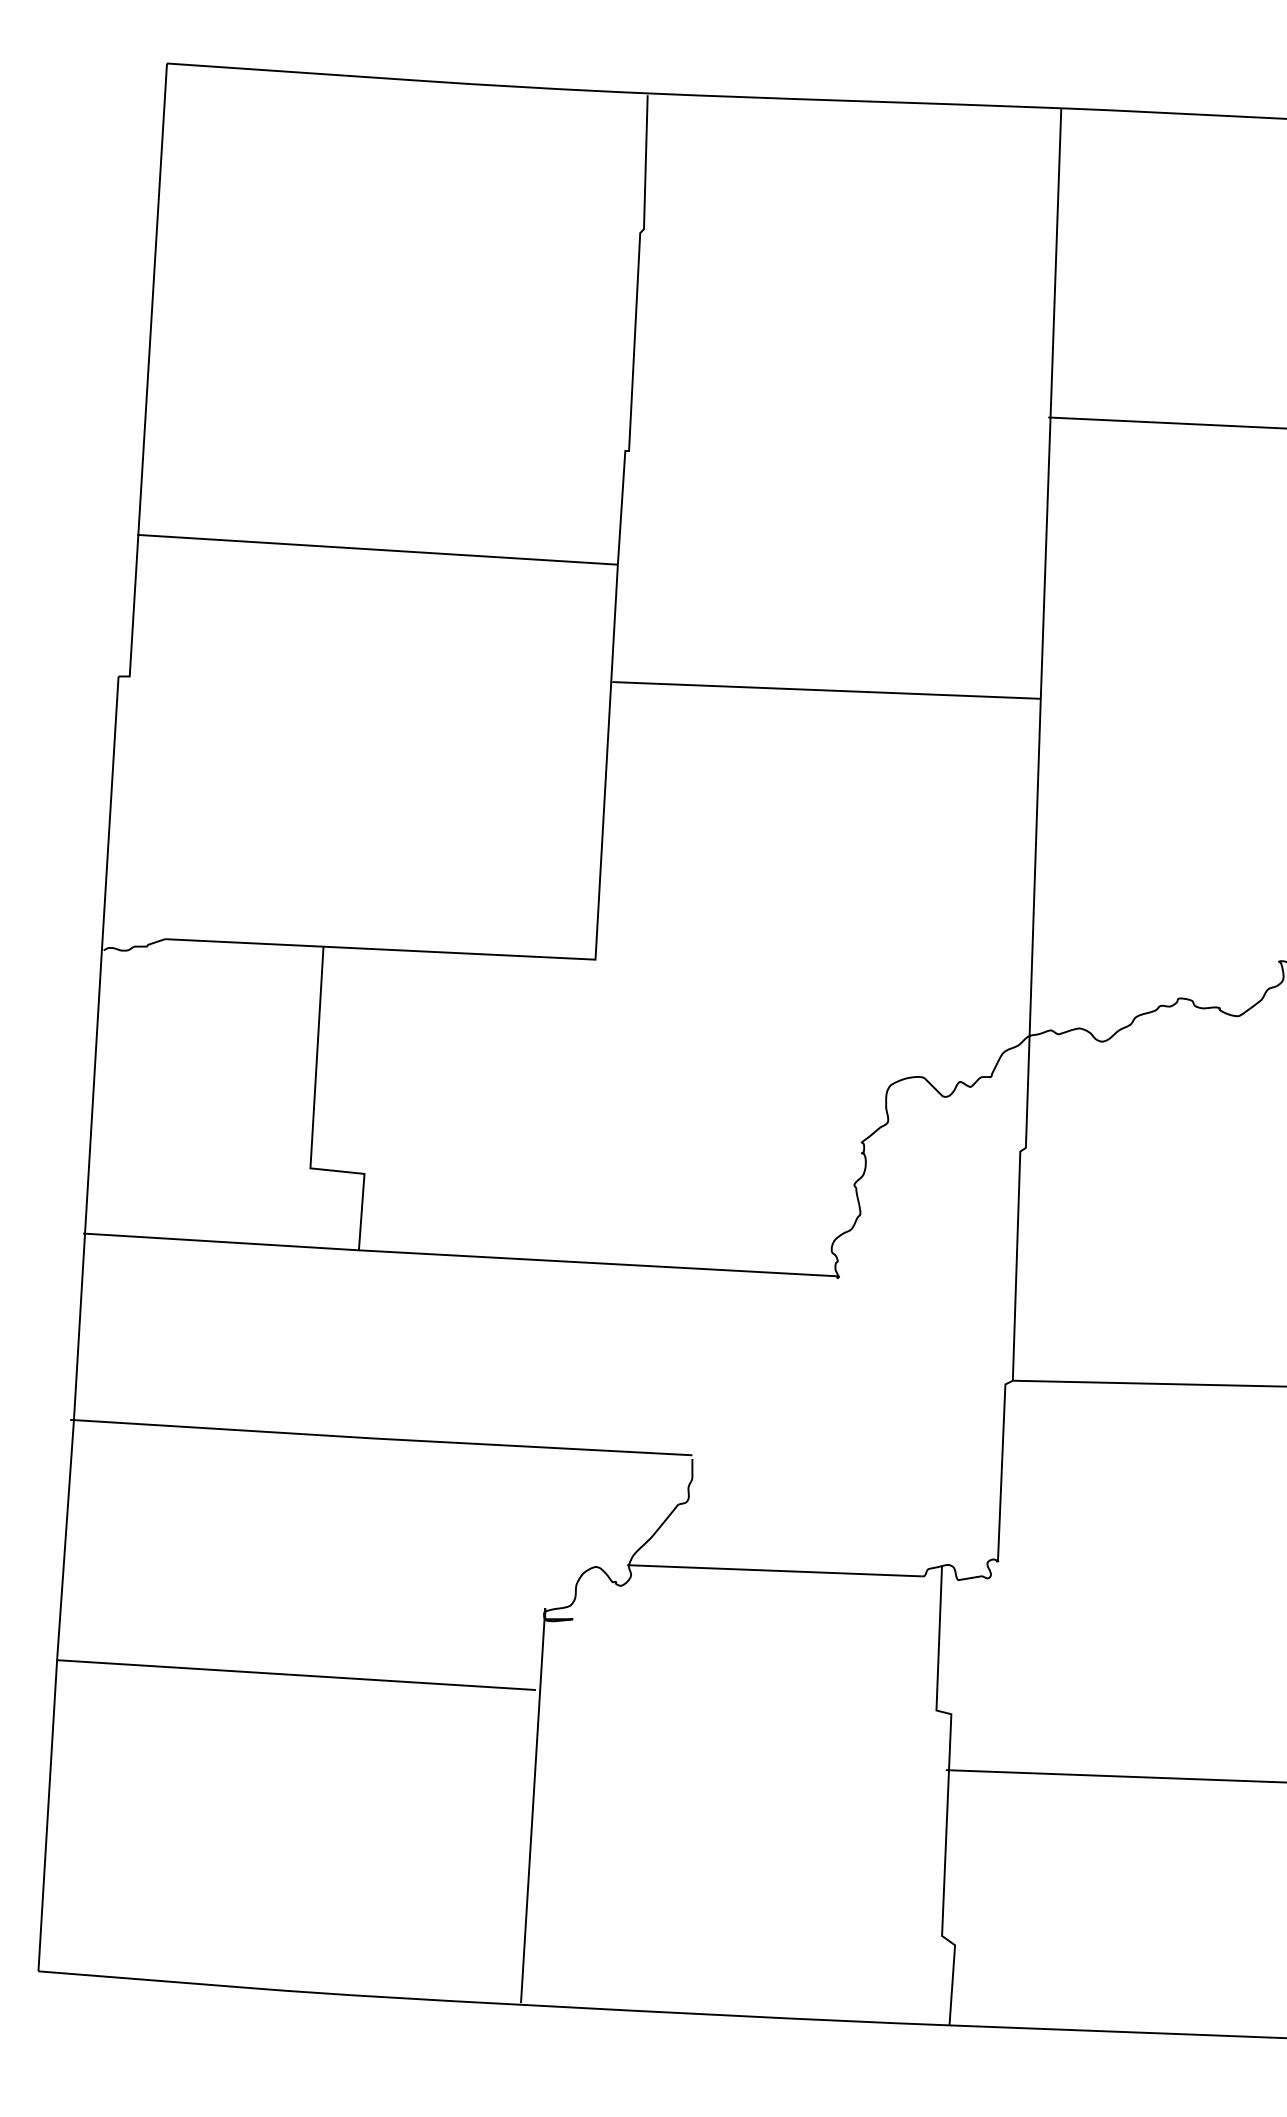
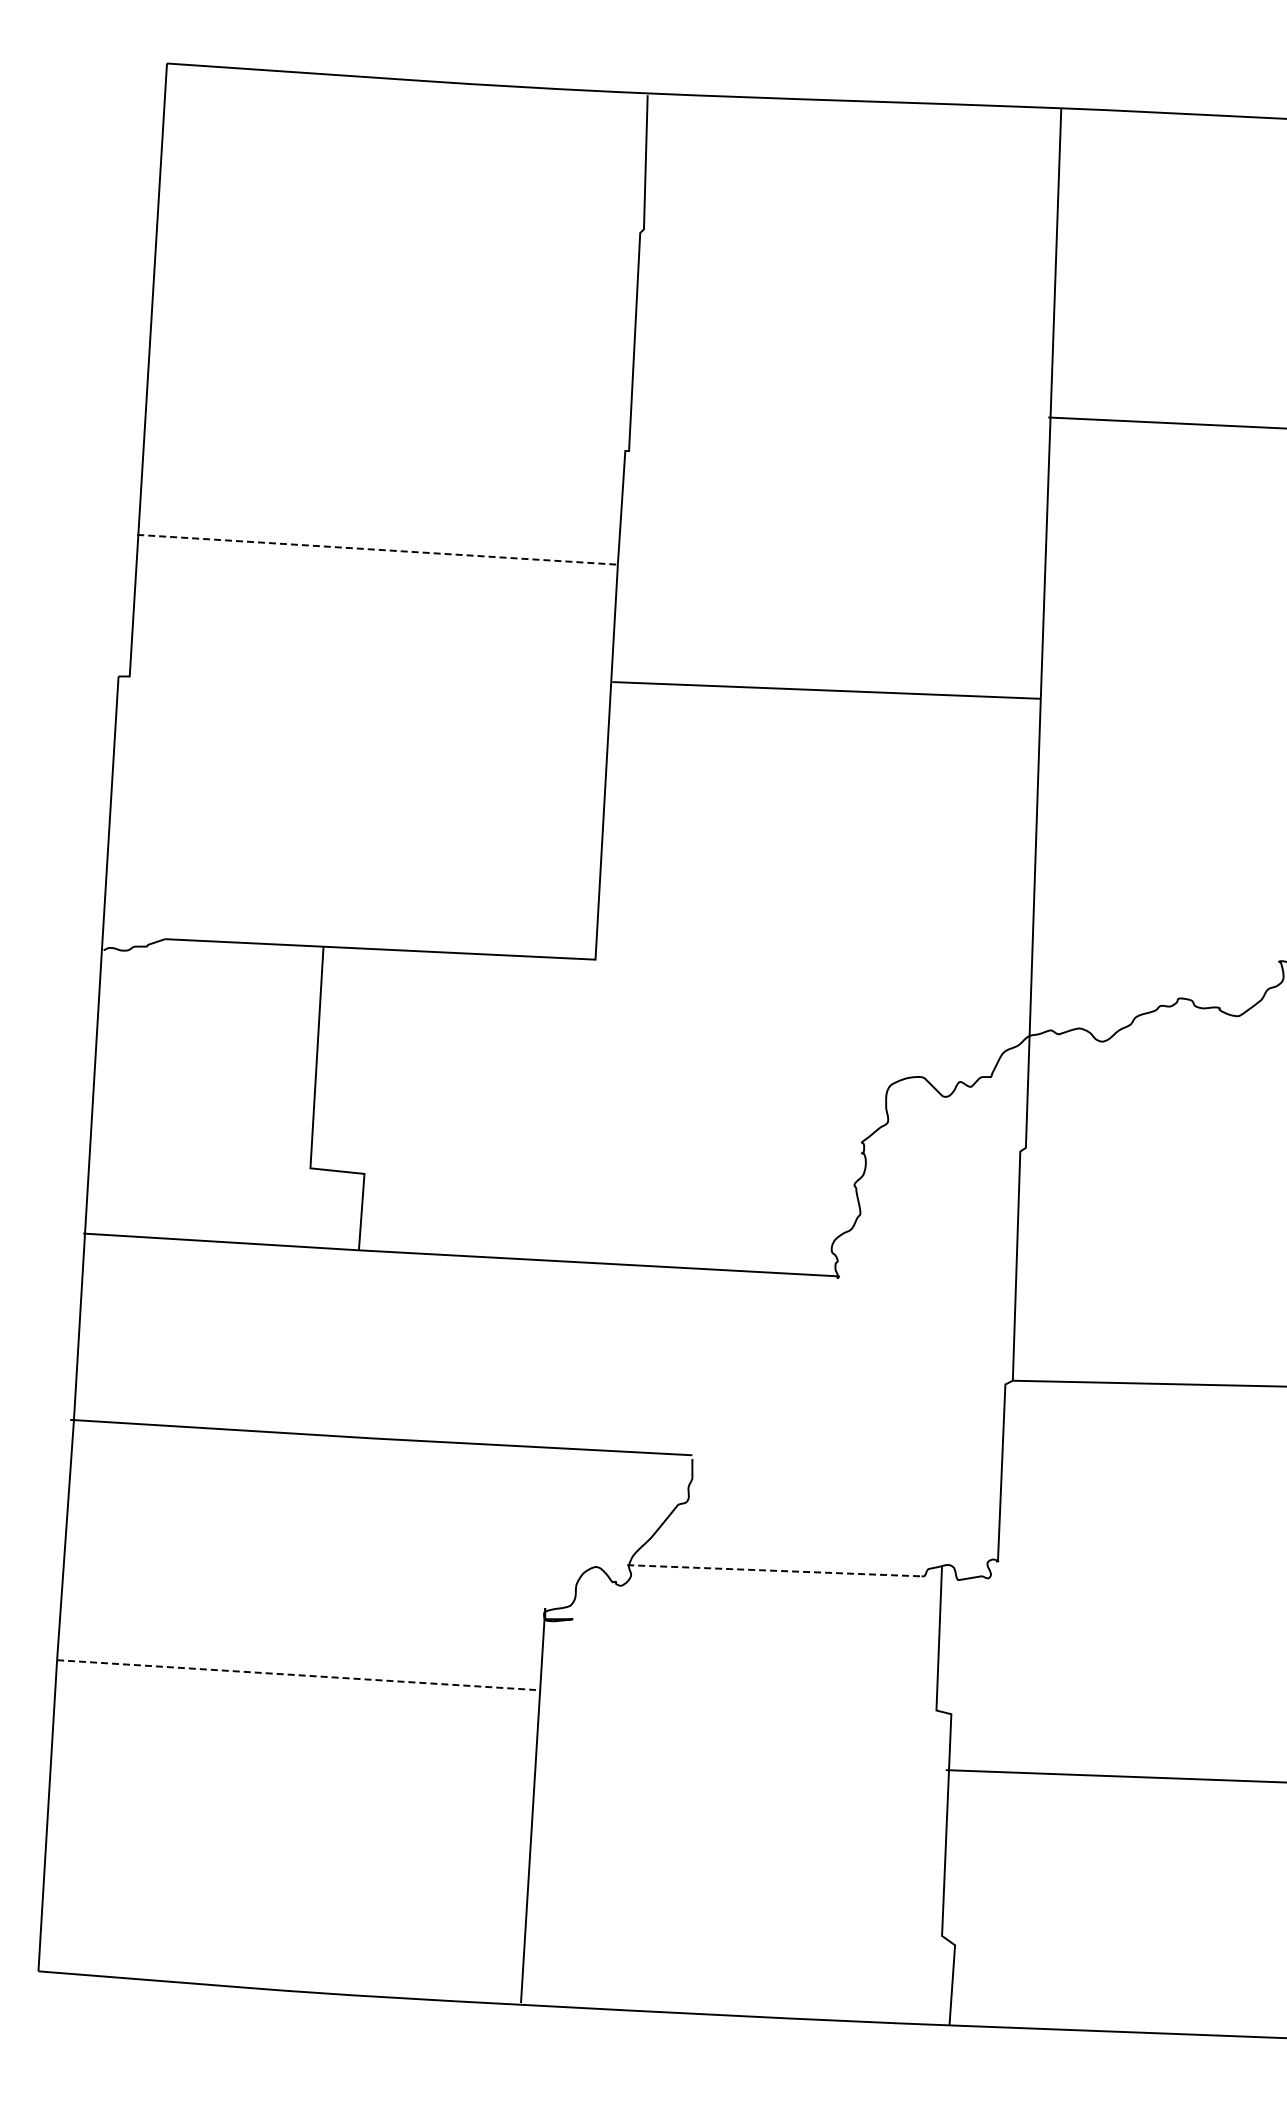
line at (377, 549): solid -> dashed
line at (774, 1570): solid -> dashed
line at (296, 1675): solid -> dashed
